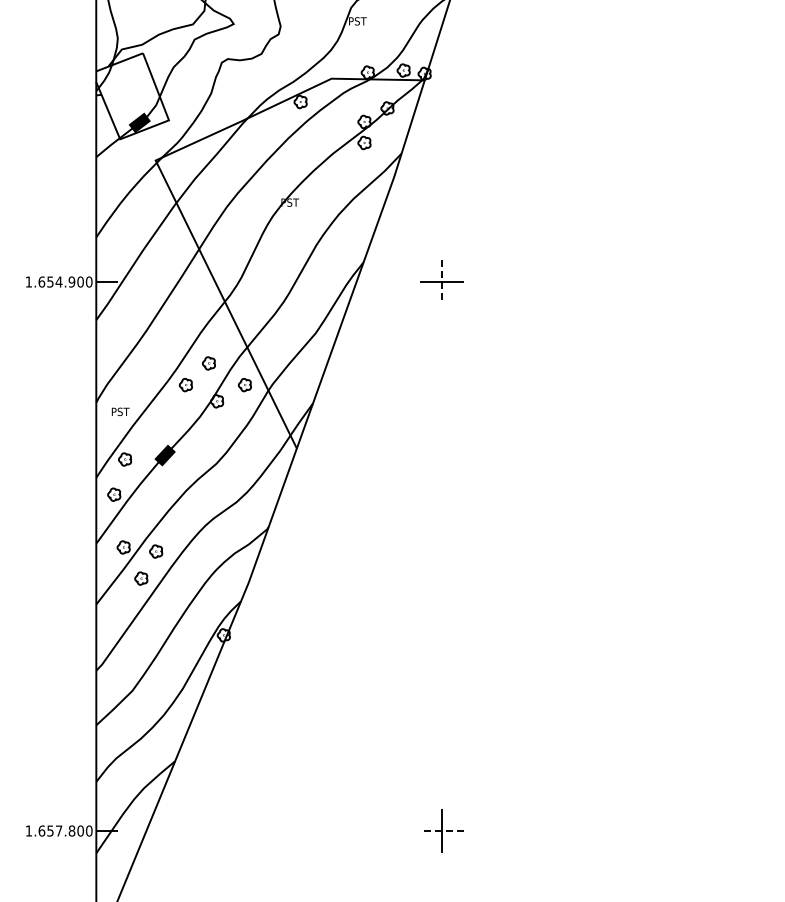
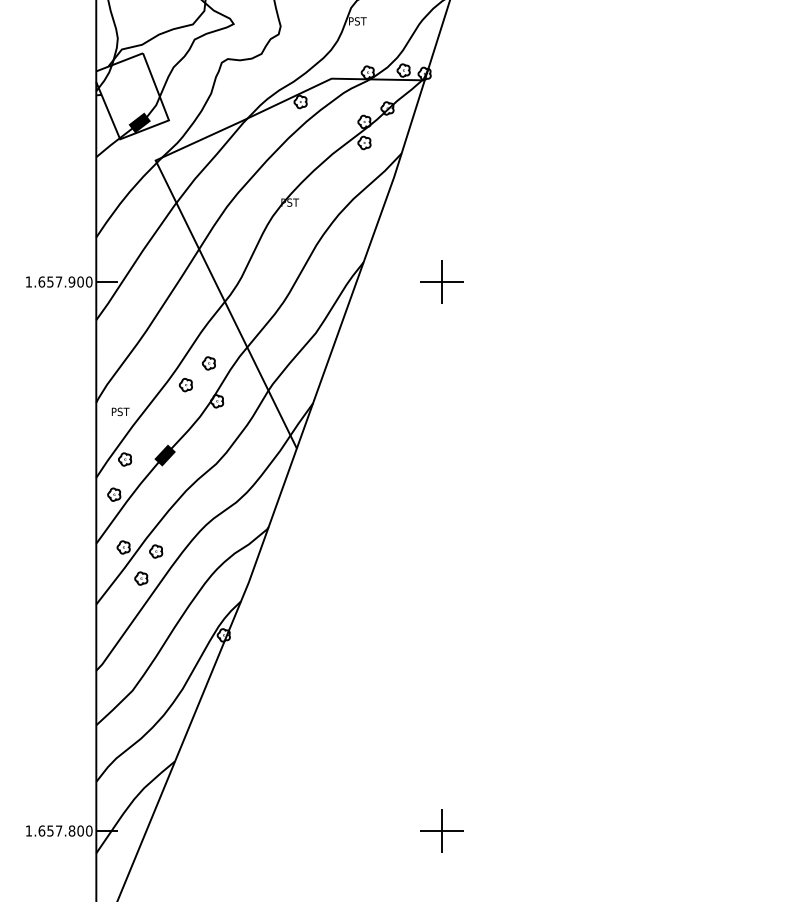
text at (58, 281): 1.654.900 -> 1.657.900
line at (441, 282): dashed -> solid
part at (244, 385): present -> none
line at (441, 831): dashed -> solid
